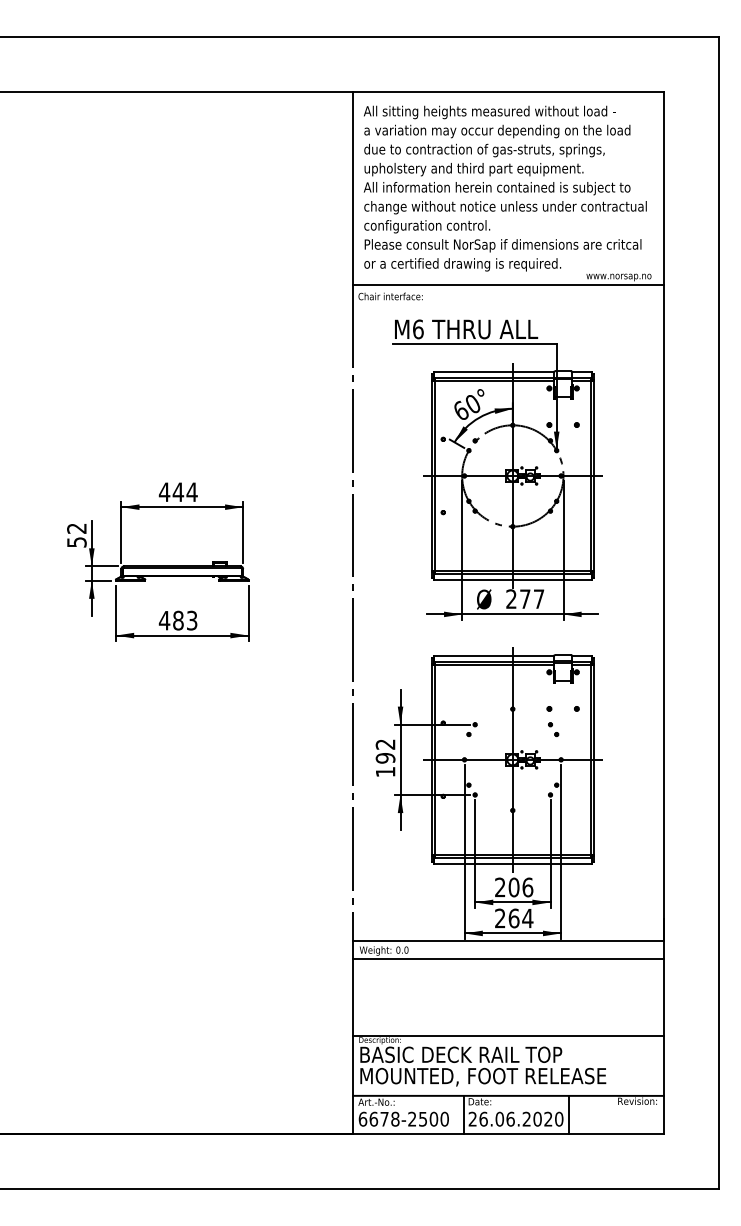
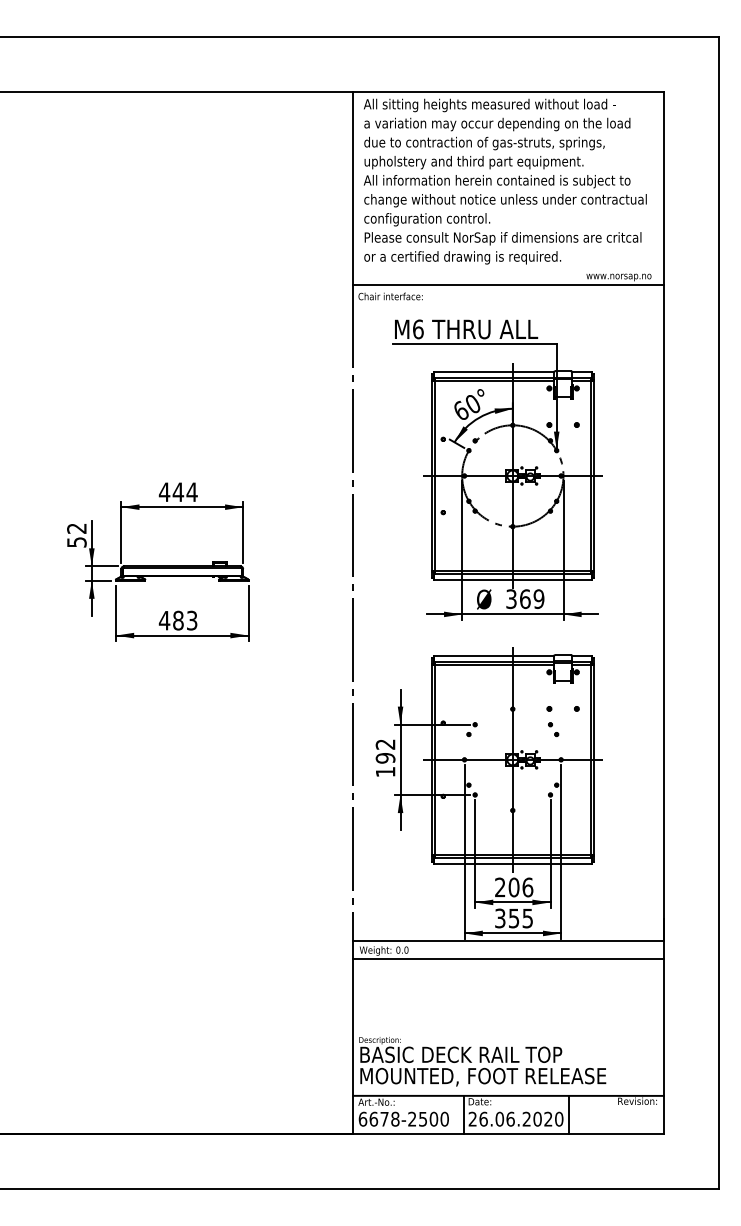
text at (504, 188) position: (504, 188) -> (504, 181)
text at (525, 599): 277 -> 369
text at (514, 918): 264 -> 355
line at (508, 1035): present -> none
